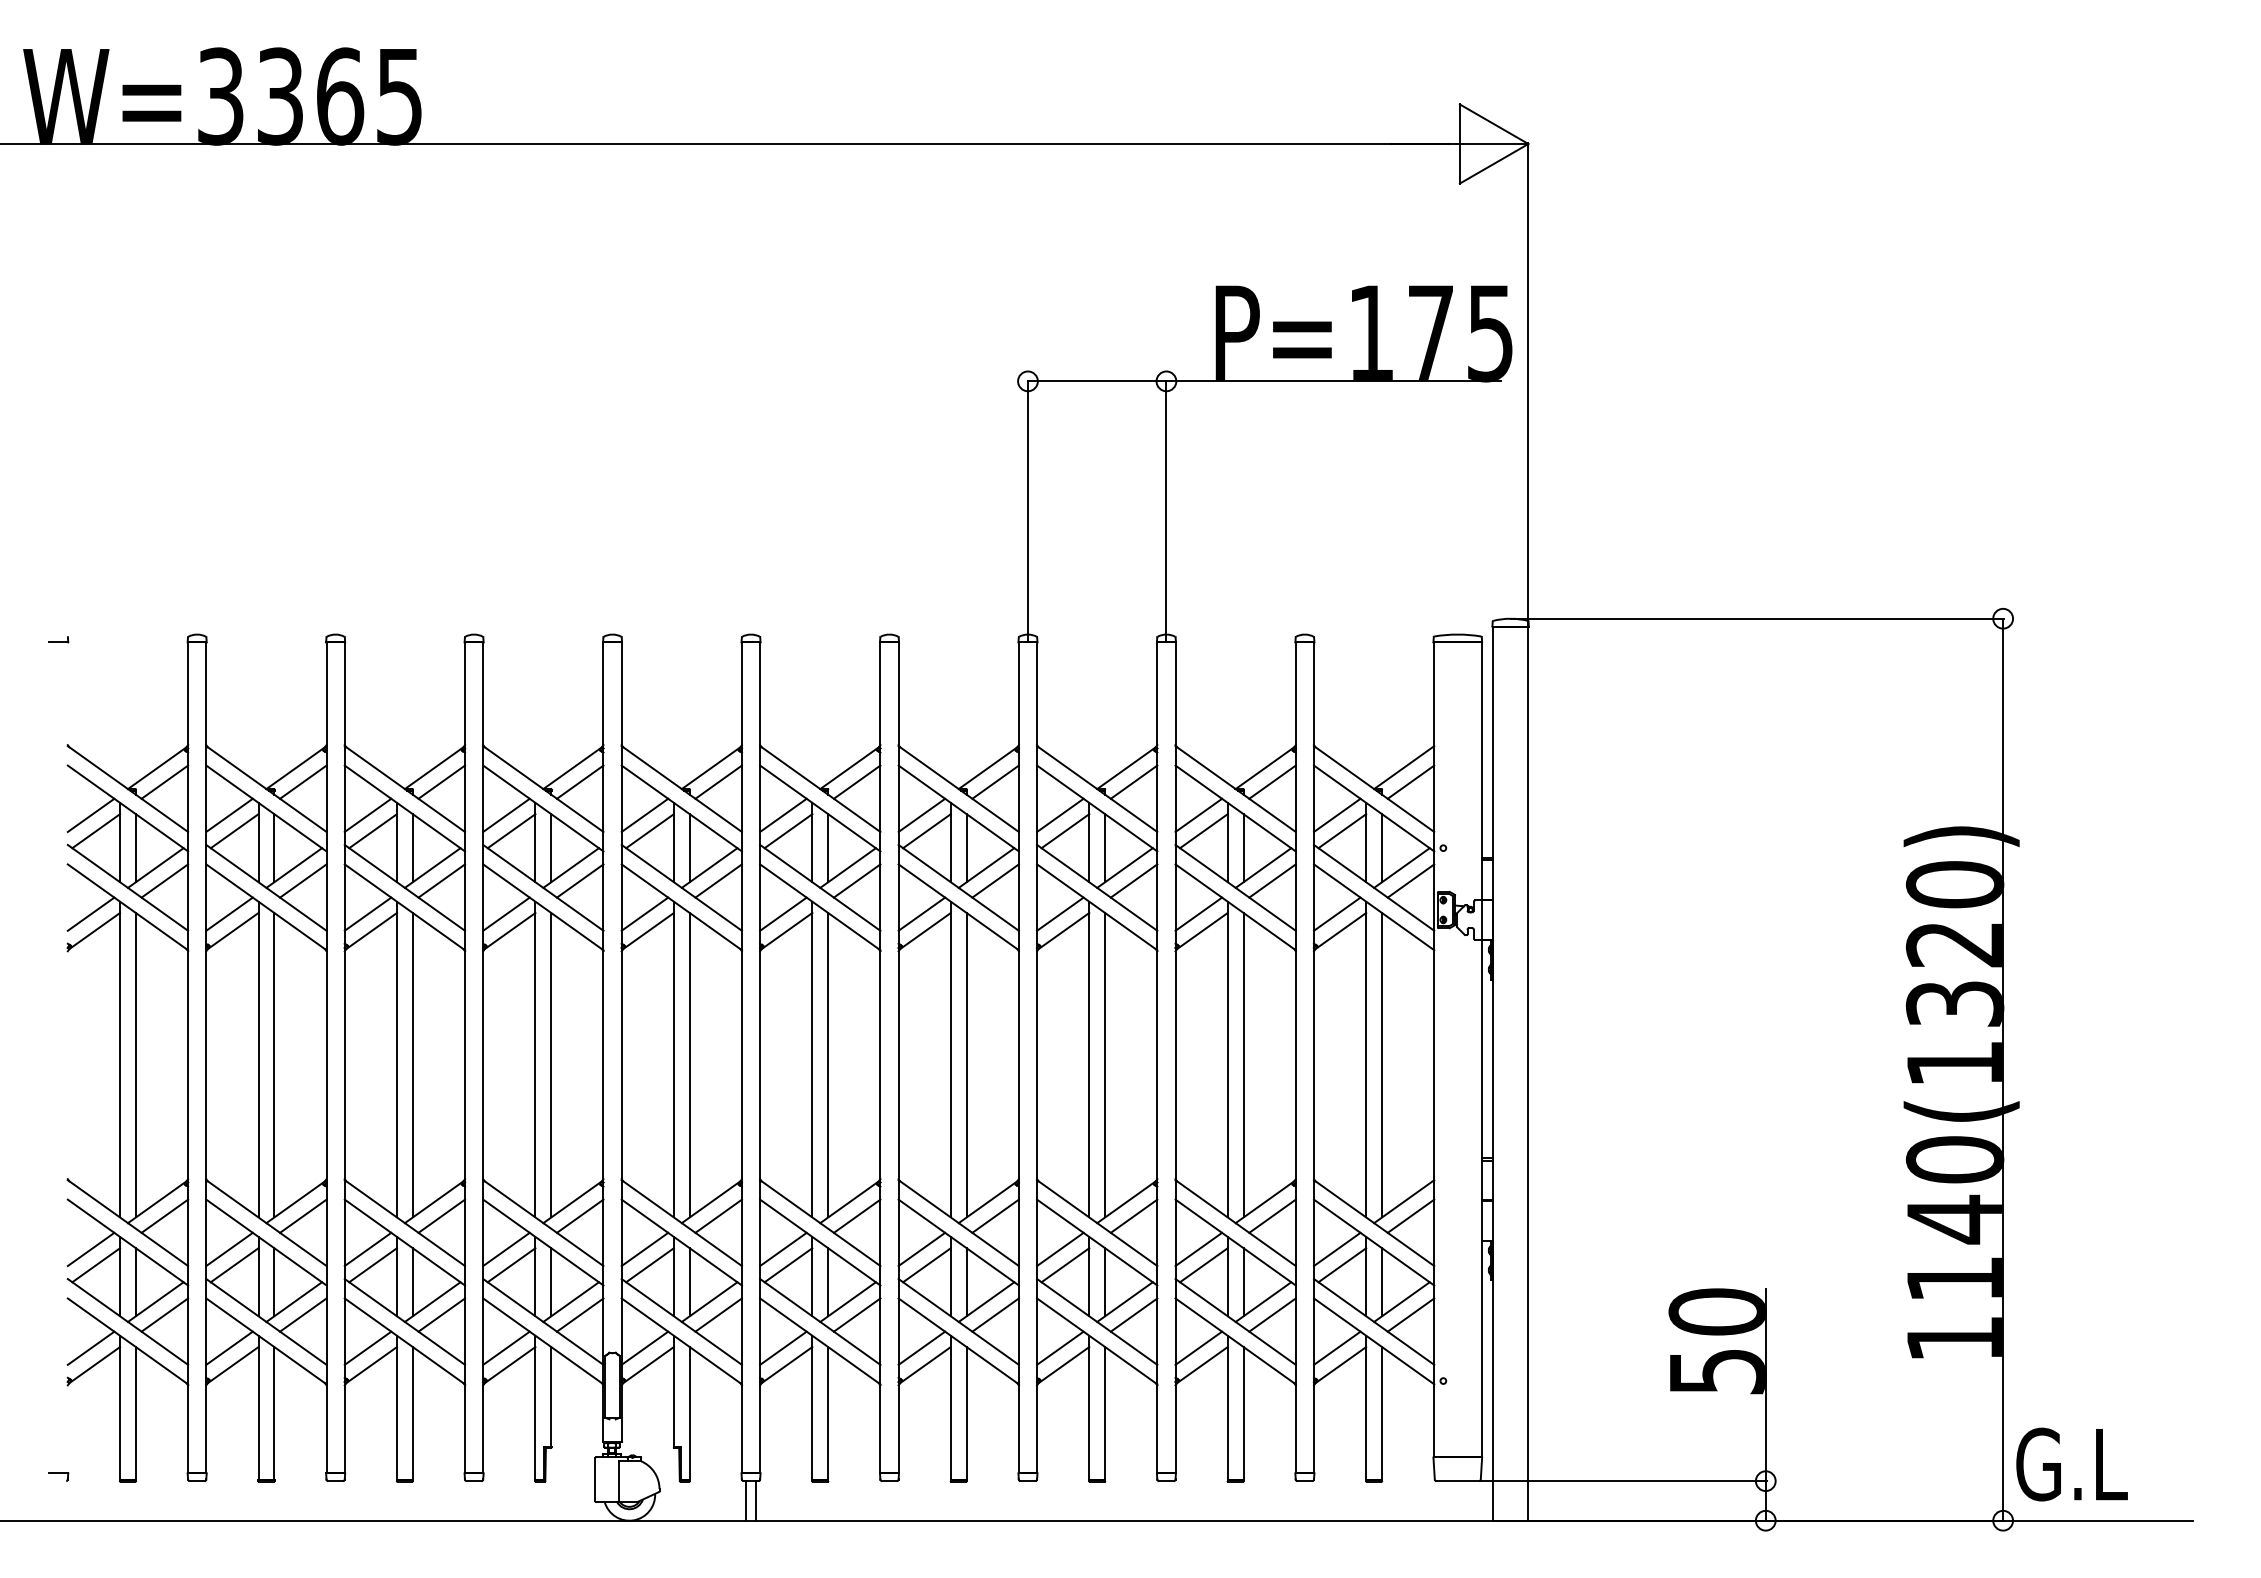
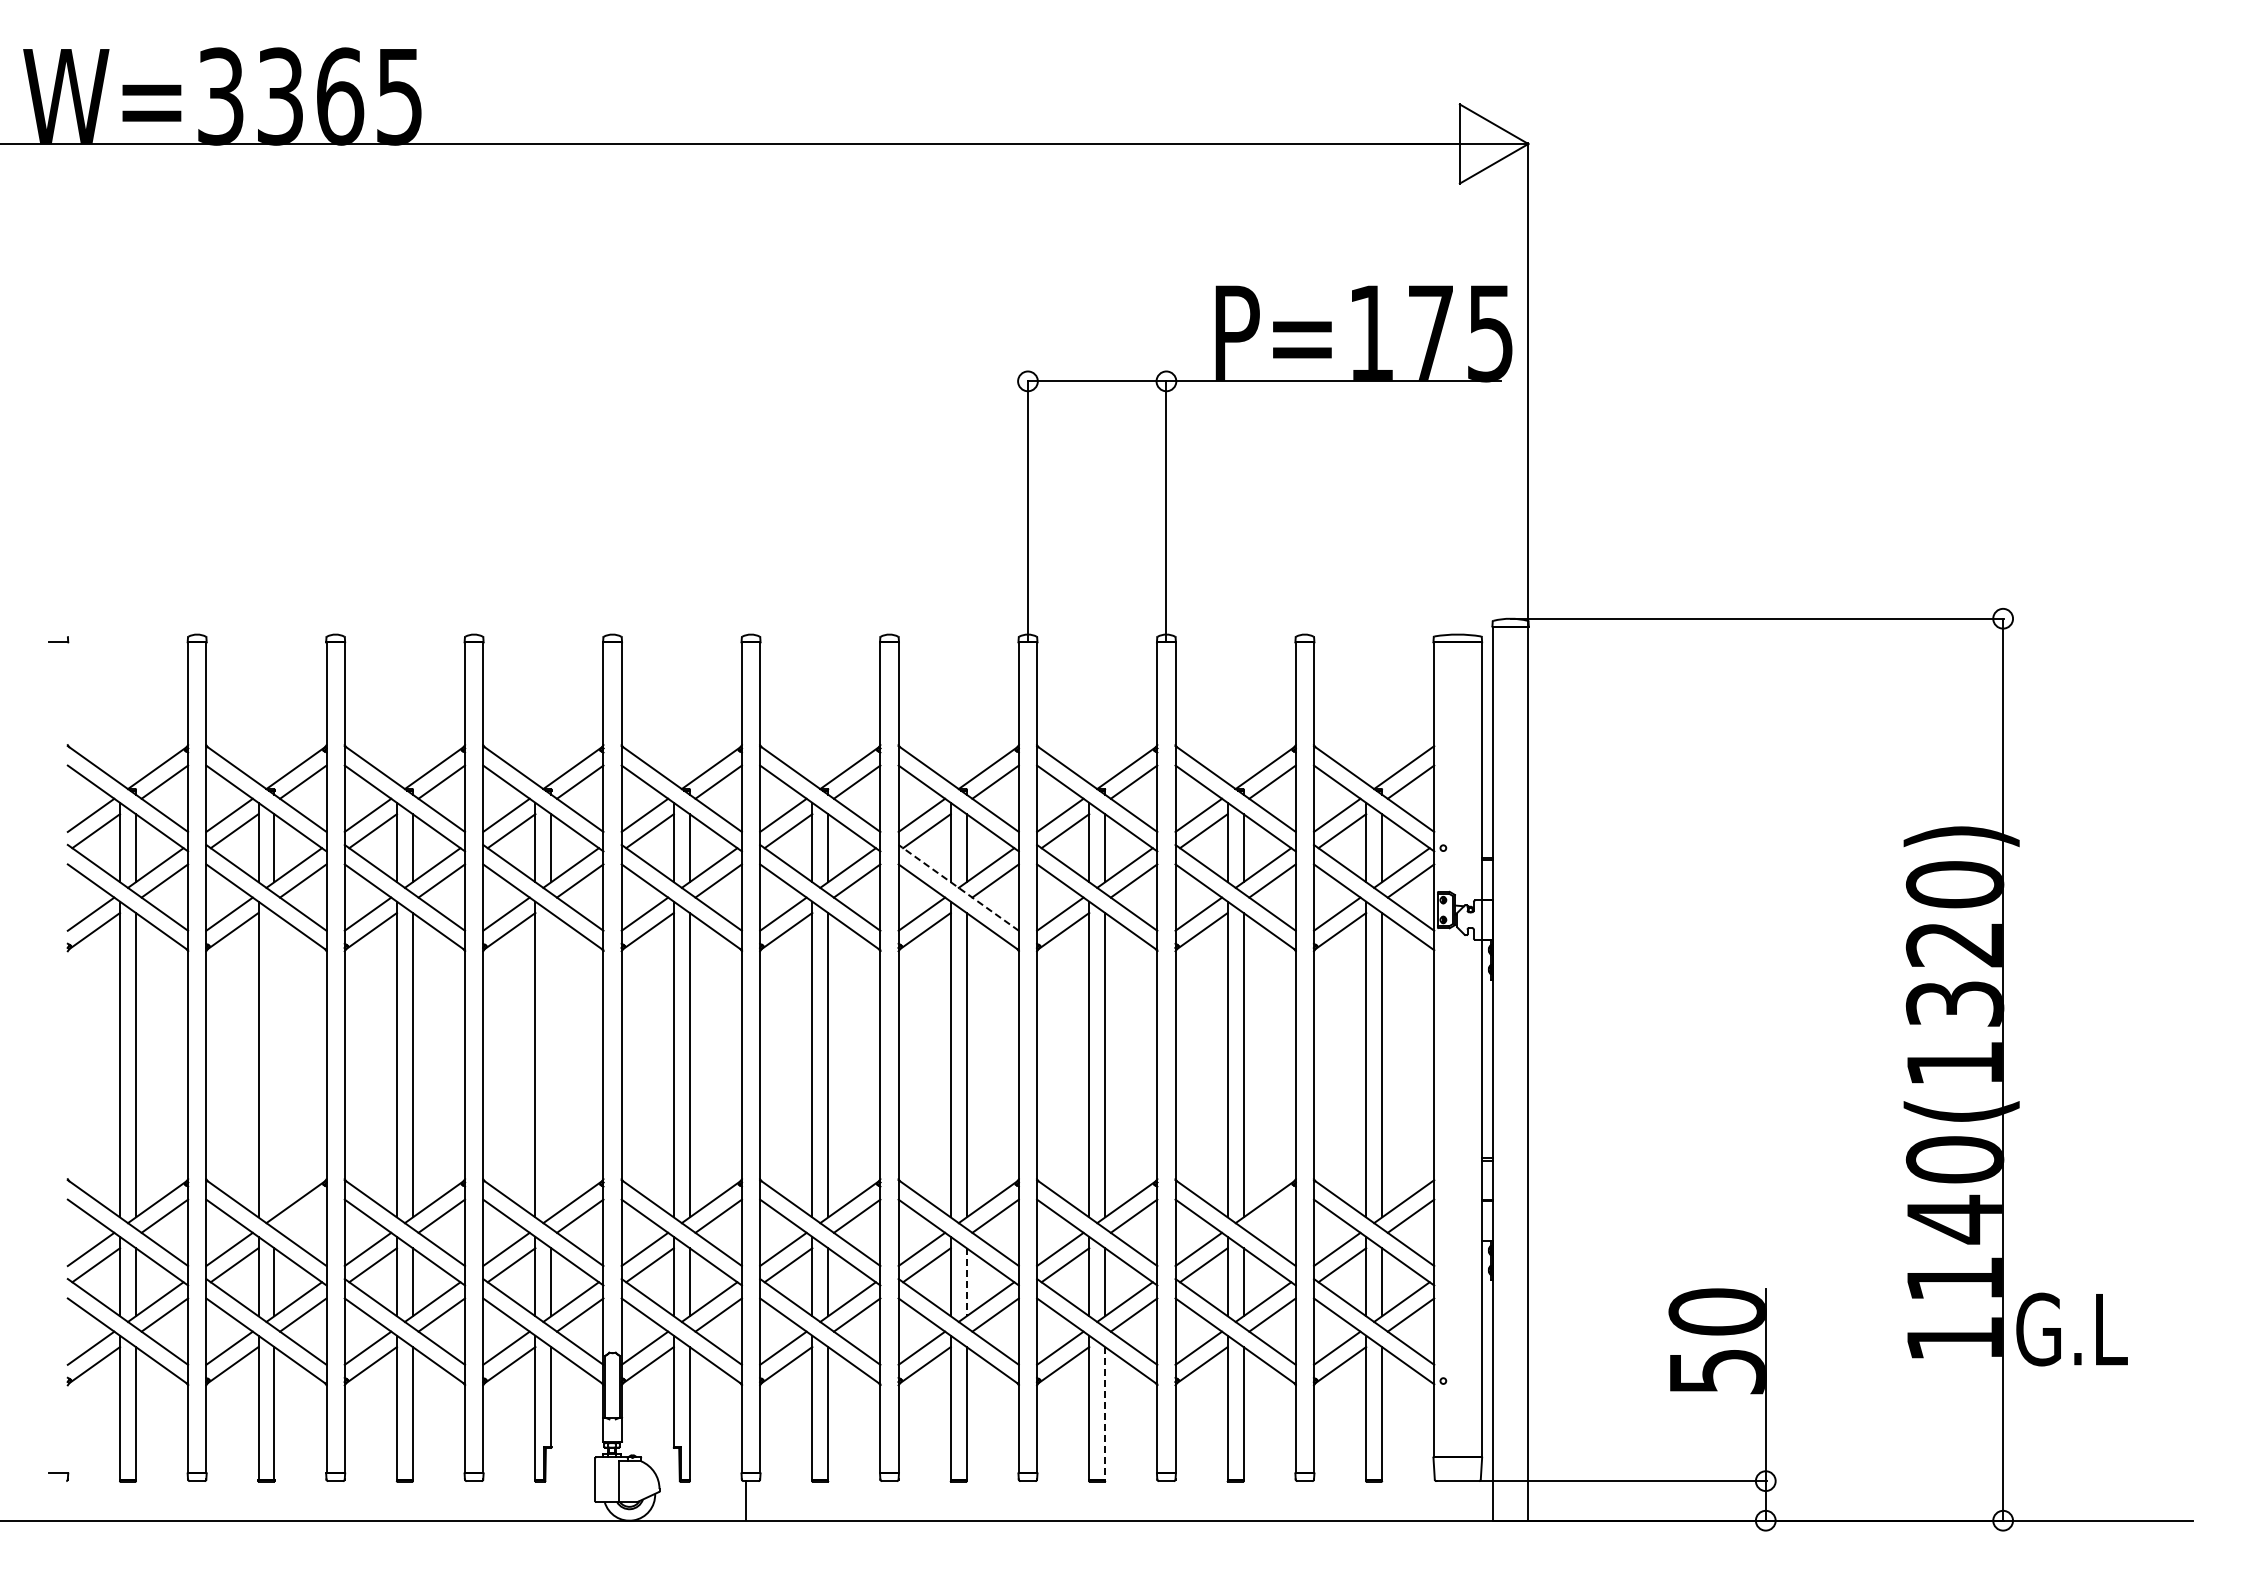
line at (958, 887): solid -> dashed
line at (274, 1064): present -> none
line at (551, 1064): present -> none
line at (303, 1215): present -> none
line at (1272, 1215): present -> none
line at (966, 1282): solid -> dashed
line at (1105, 1413): solid -> dashed
text at (2071, 1464) position: (2071, 1464) -> (2071, 1329)
line at (755, 1500): present -> none
